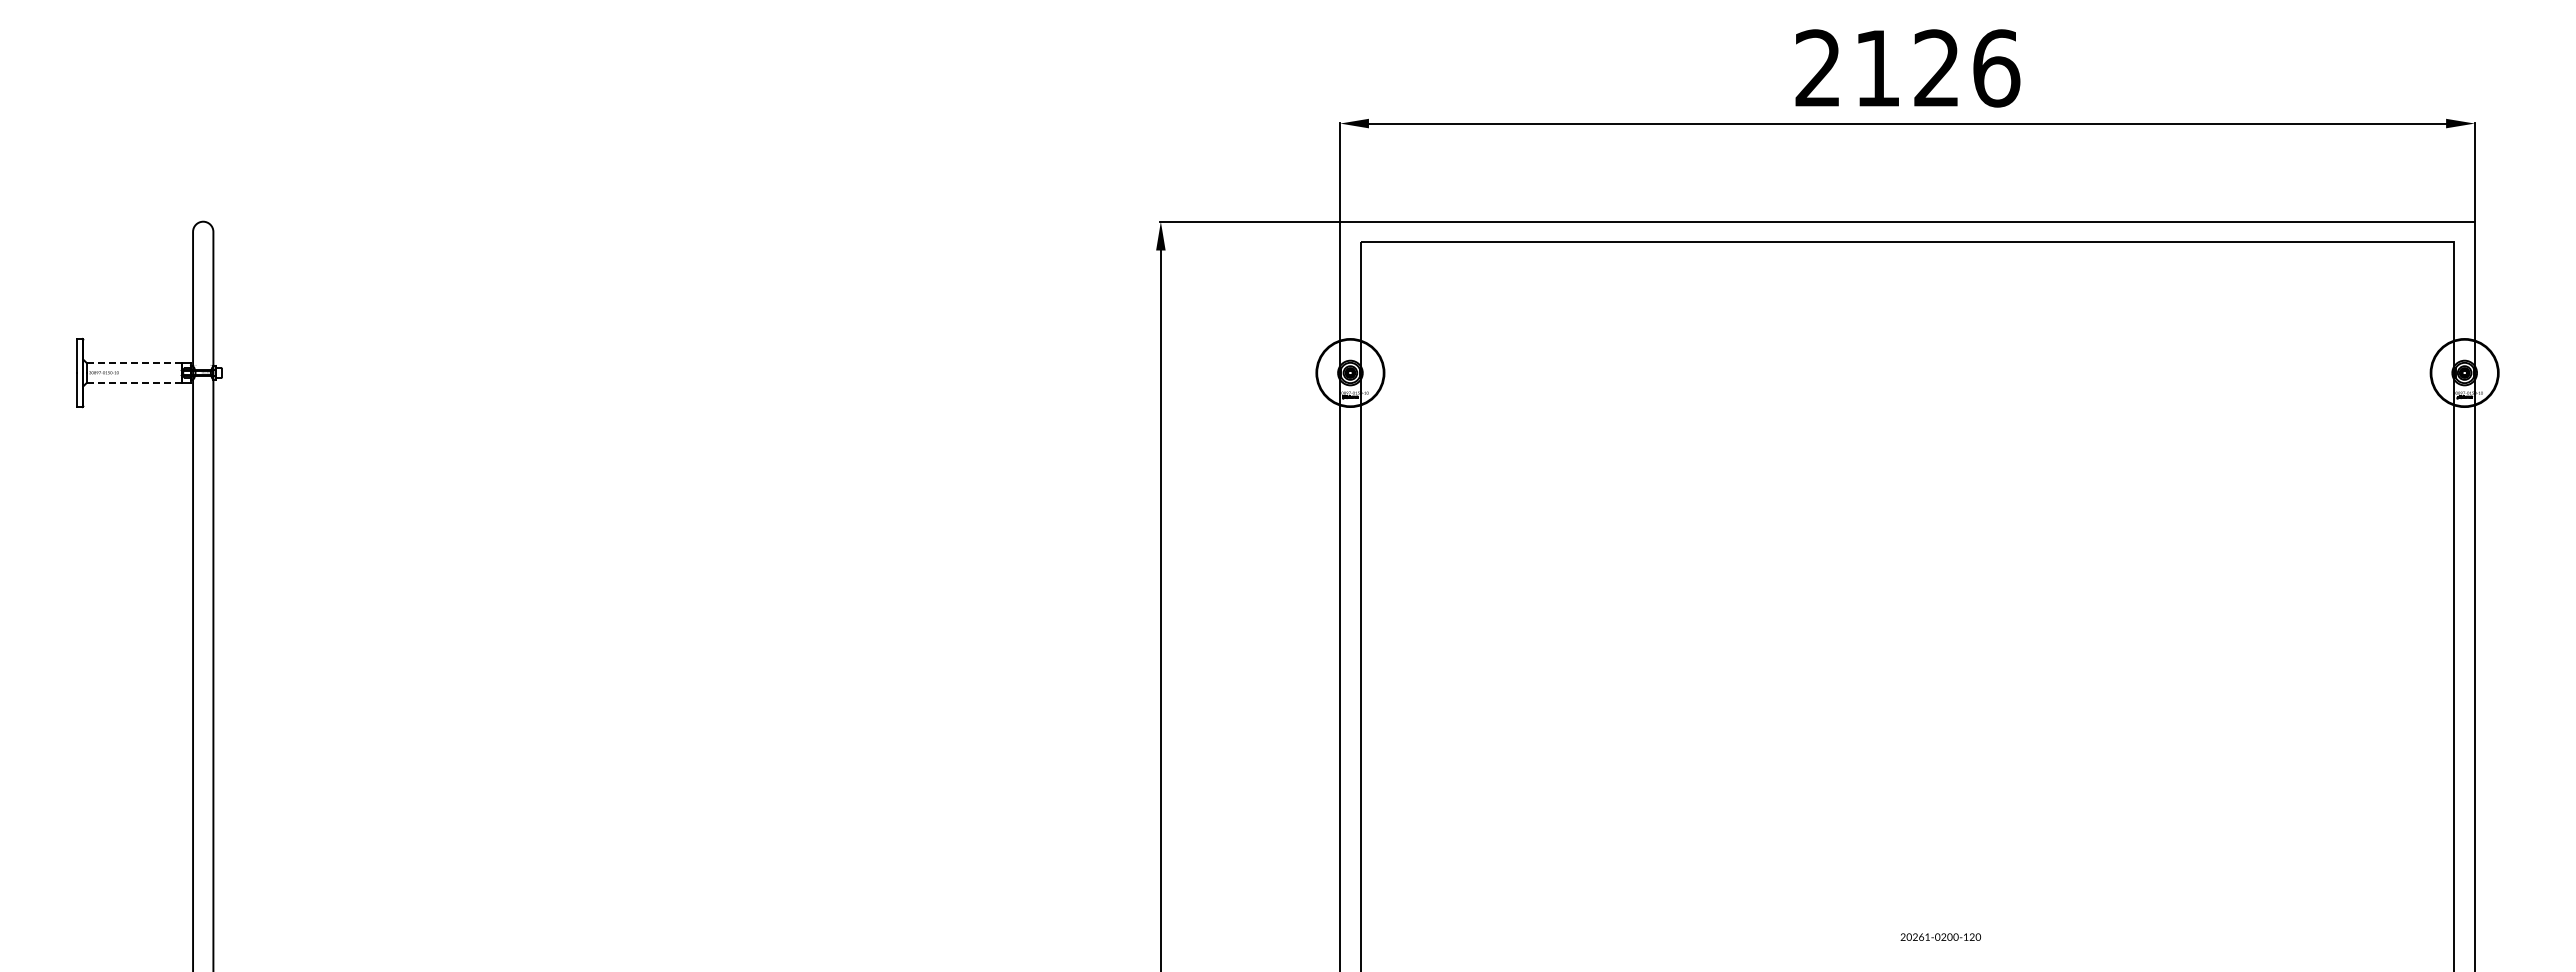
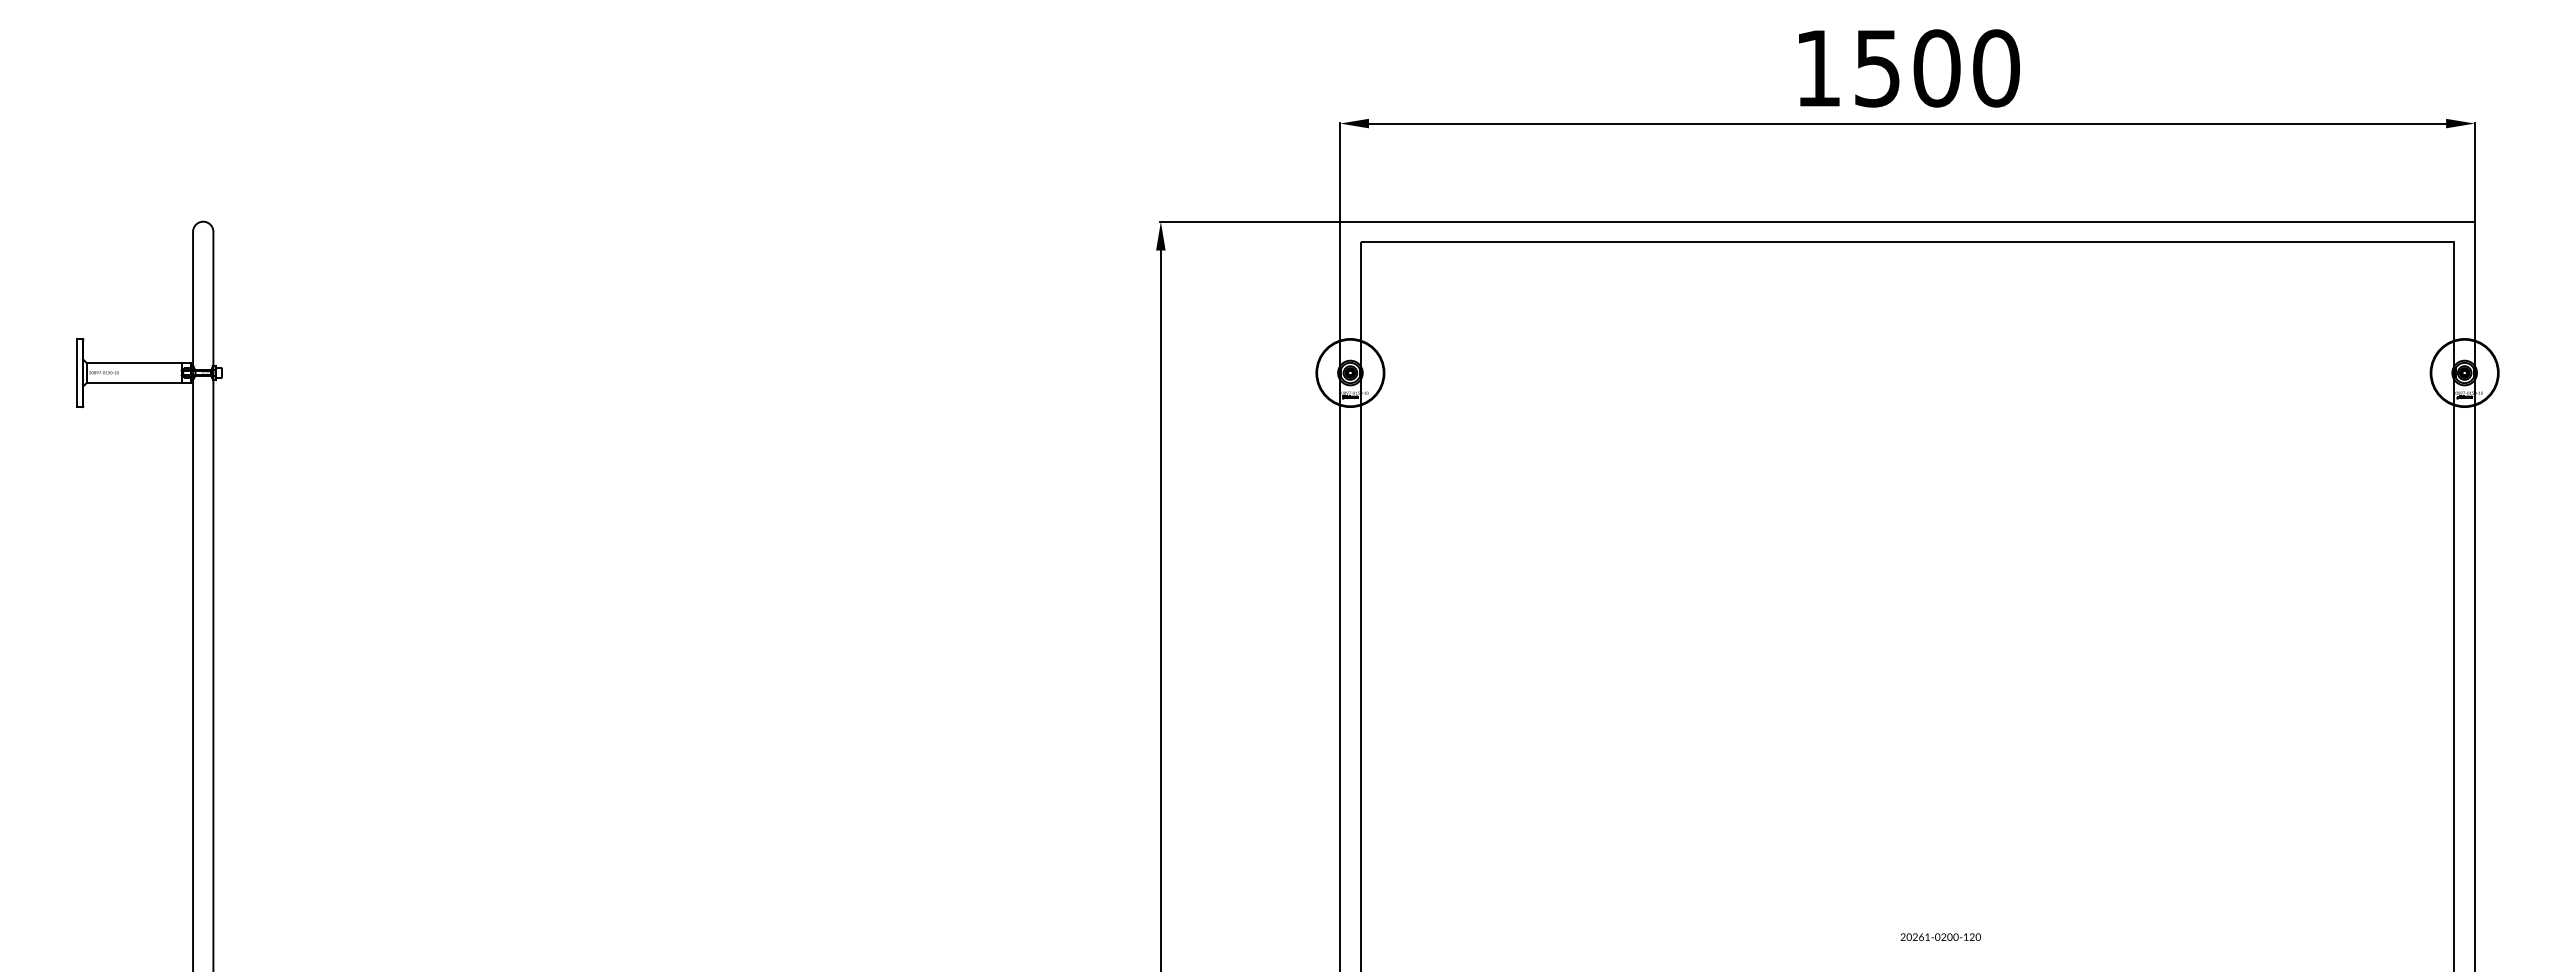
text at (1907, 68): 2126 -> 1500
line at (134, 362): dashed -> solid
line at (134, 383): dashed -> solid
